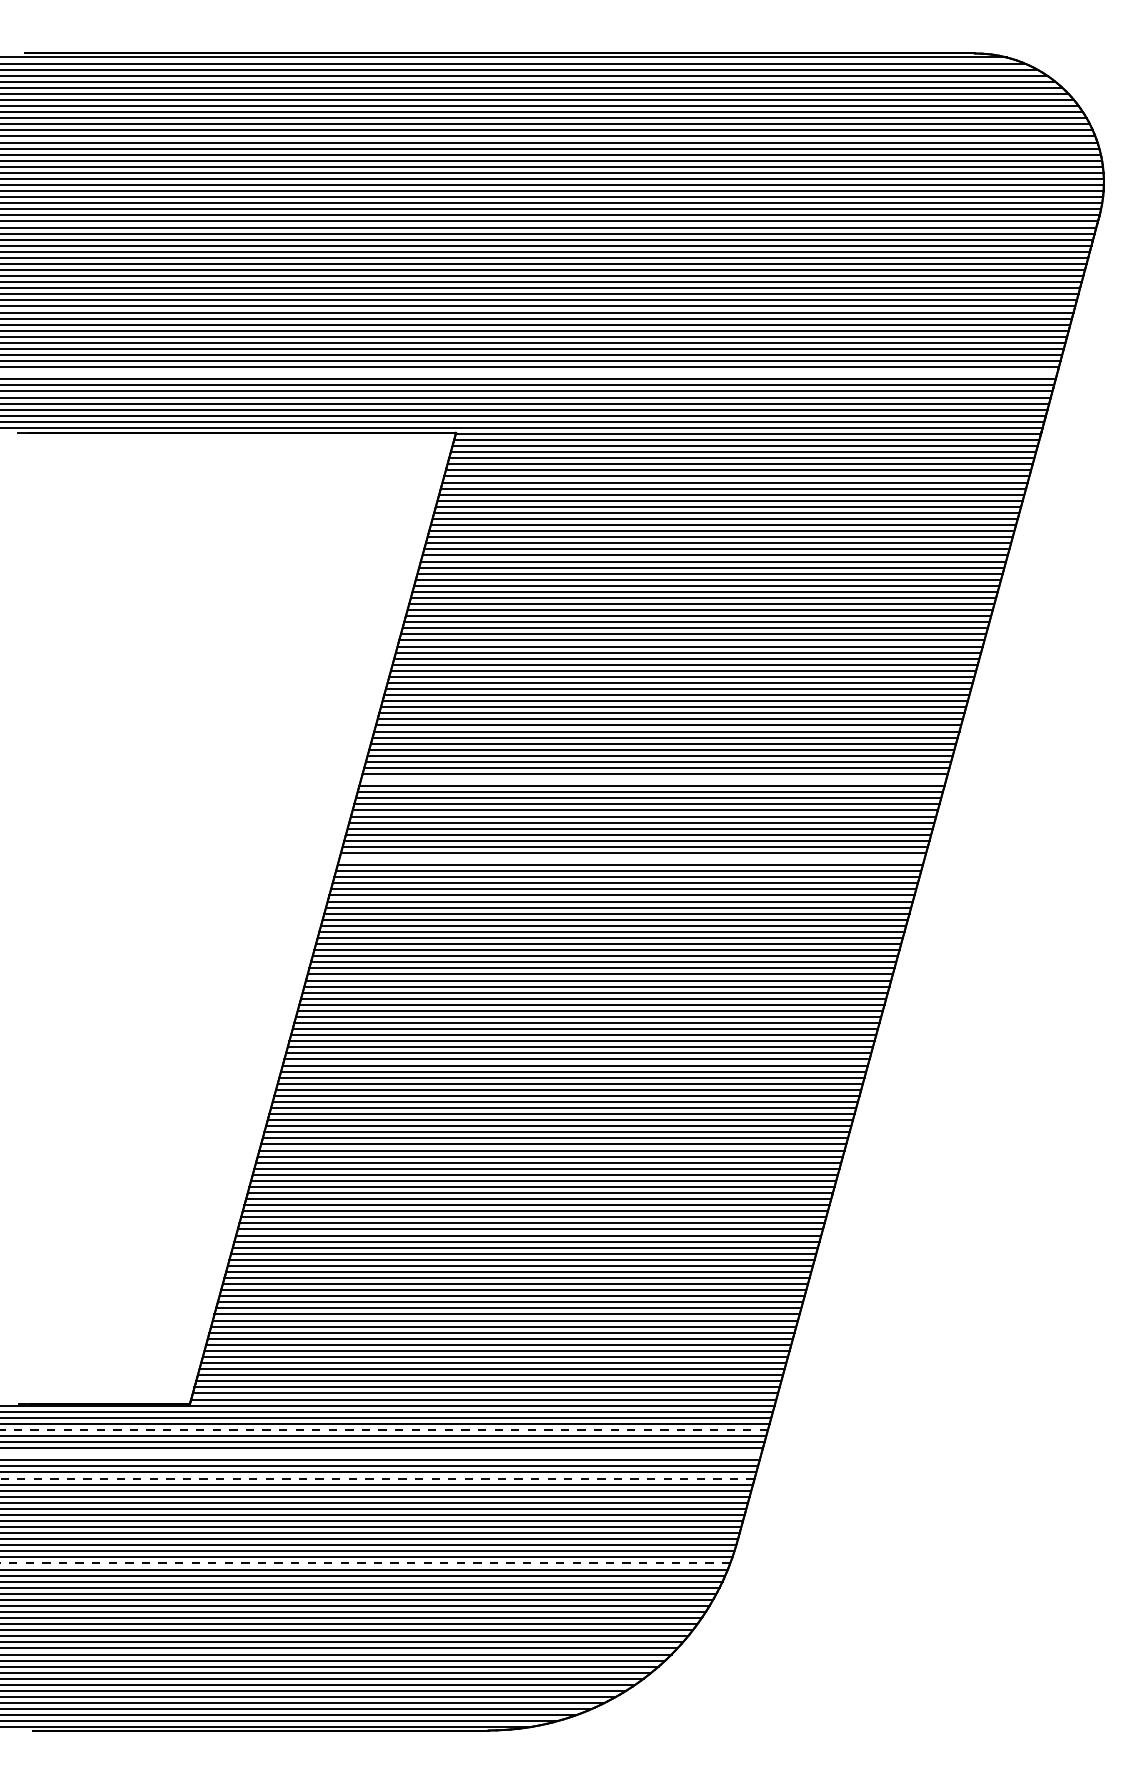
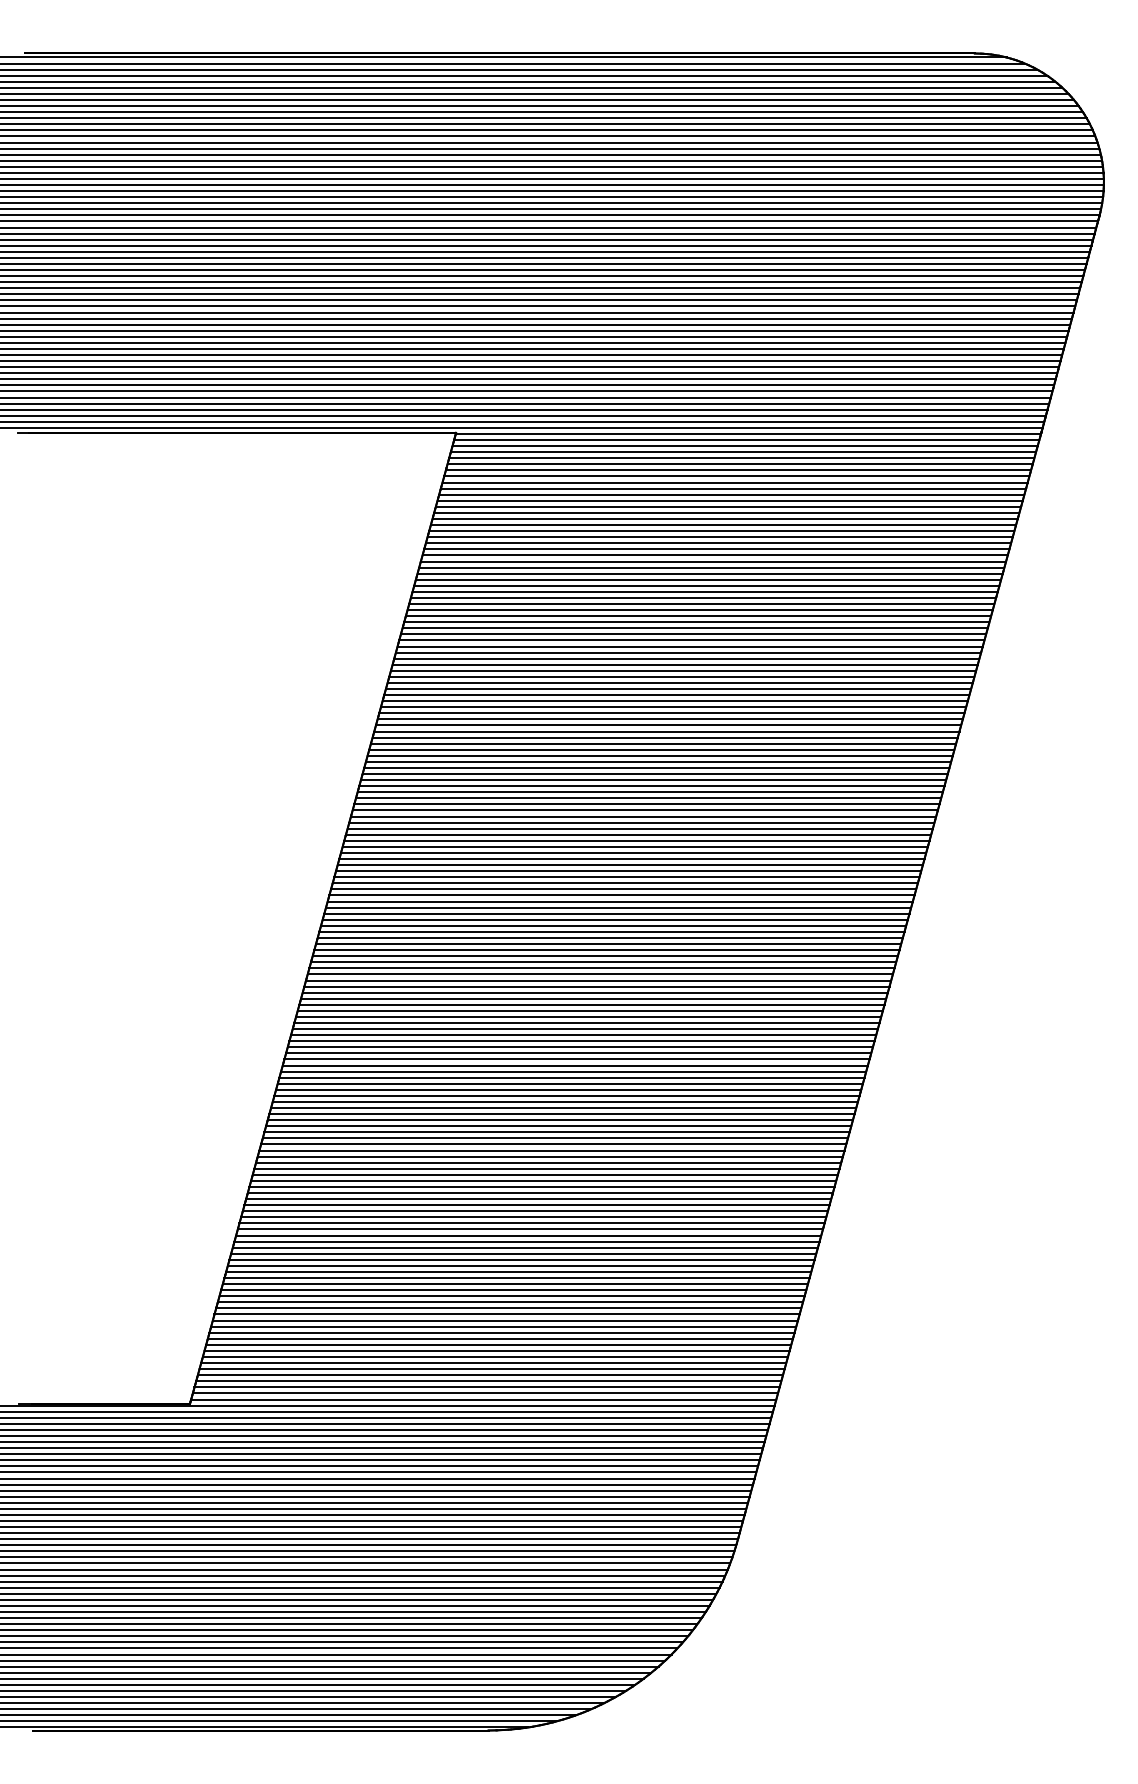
line at (529, 373): none -> present
line at (653, 780): none -> present
line at (631, 859): none -> present
line at (384, 1429): dashed -> solid
line at (381, 1454): none -> present
line at (377, 1478): dashed -> solid
line at (365, 1563): dashed -> solid
